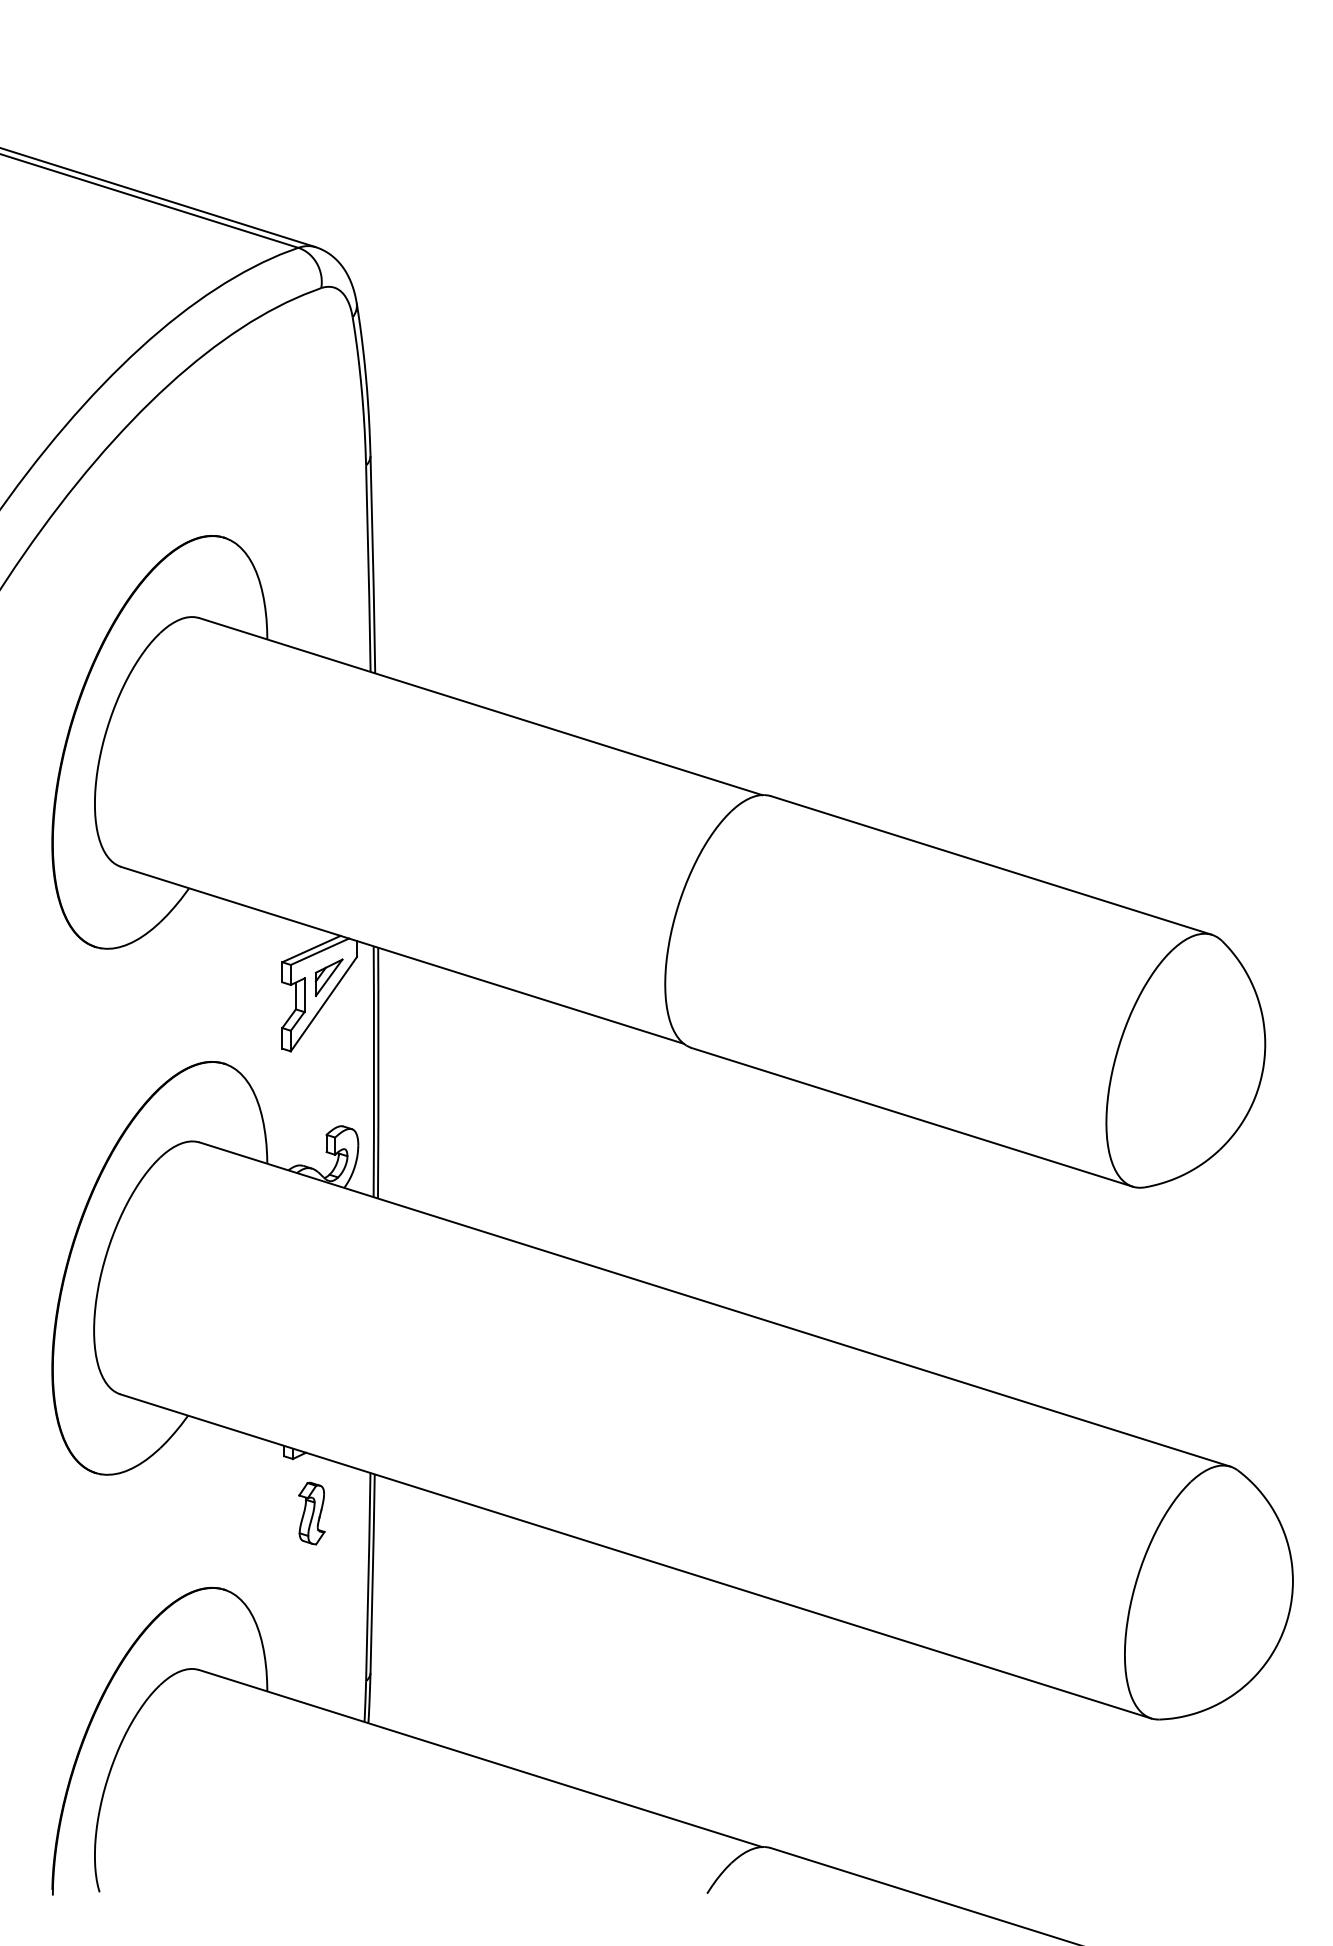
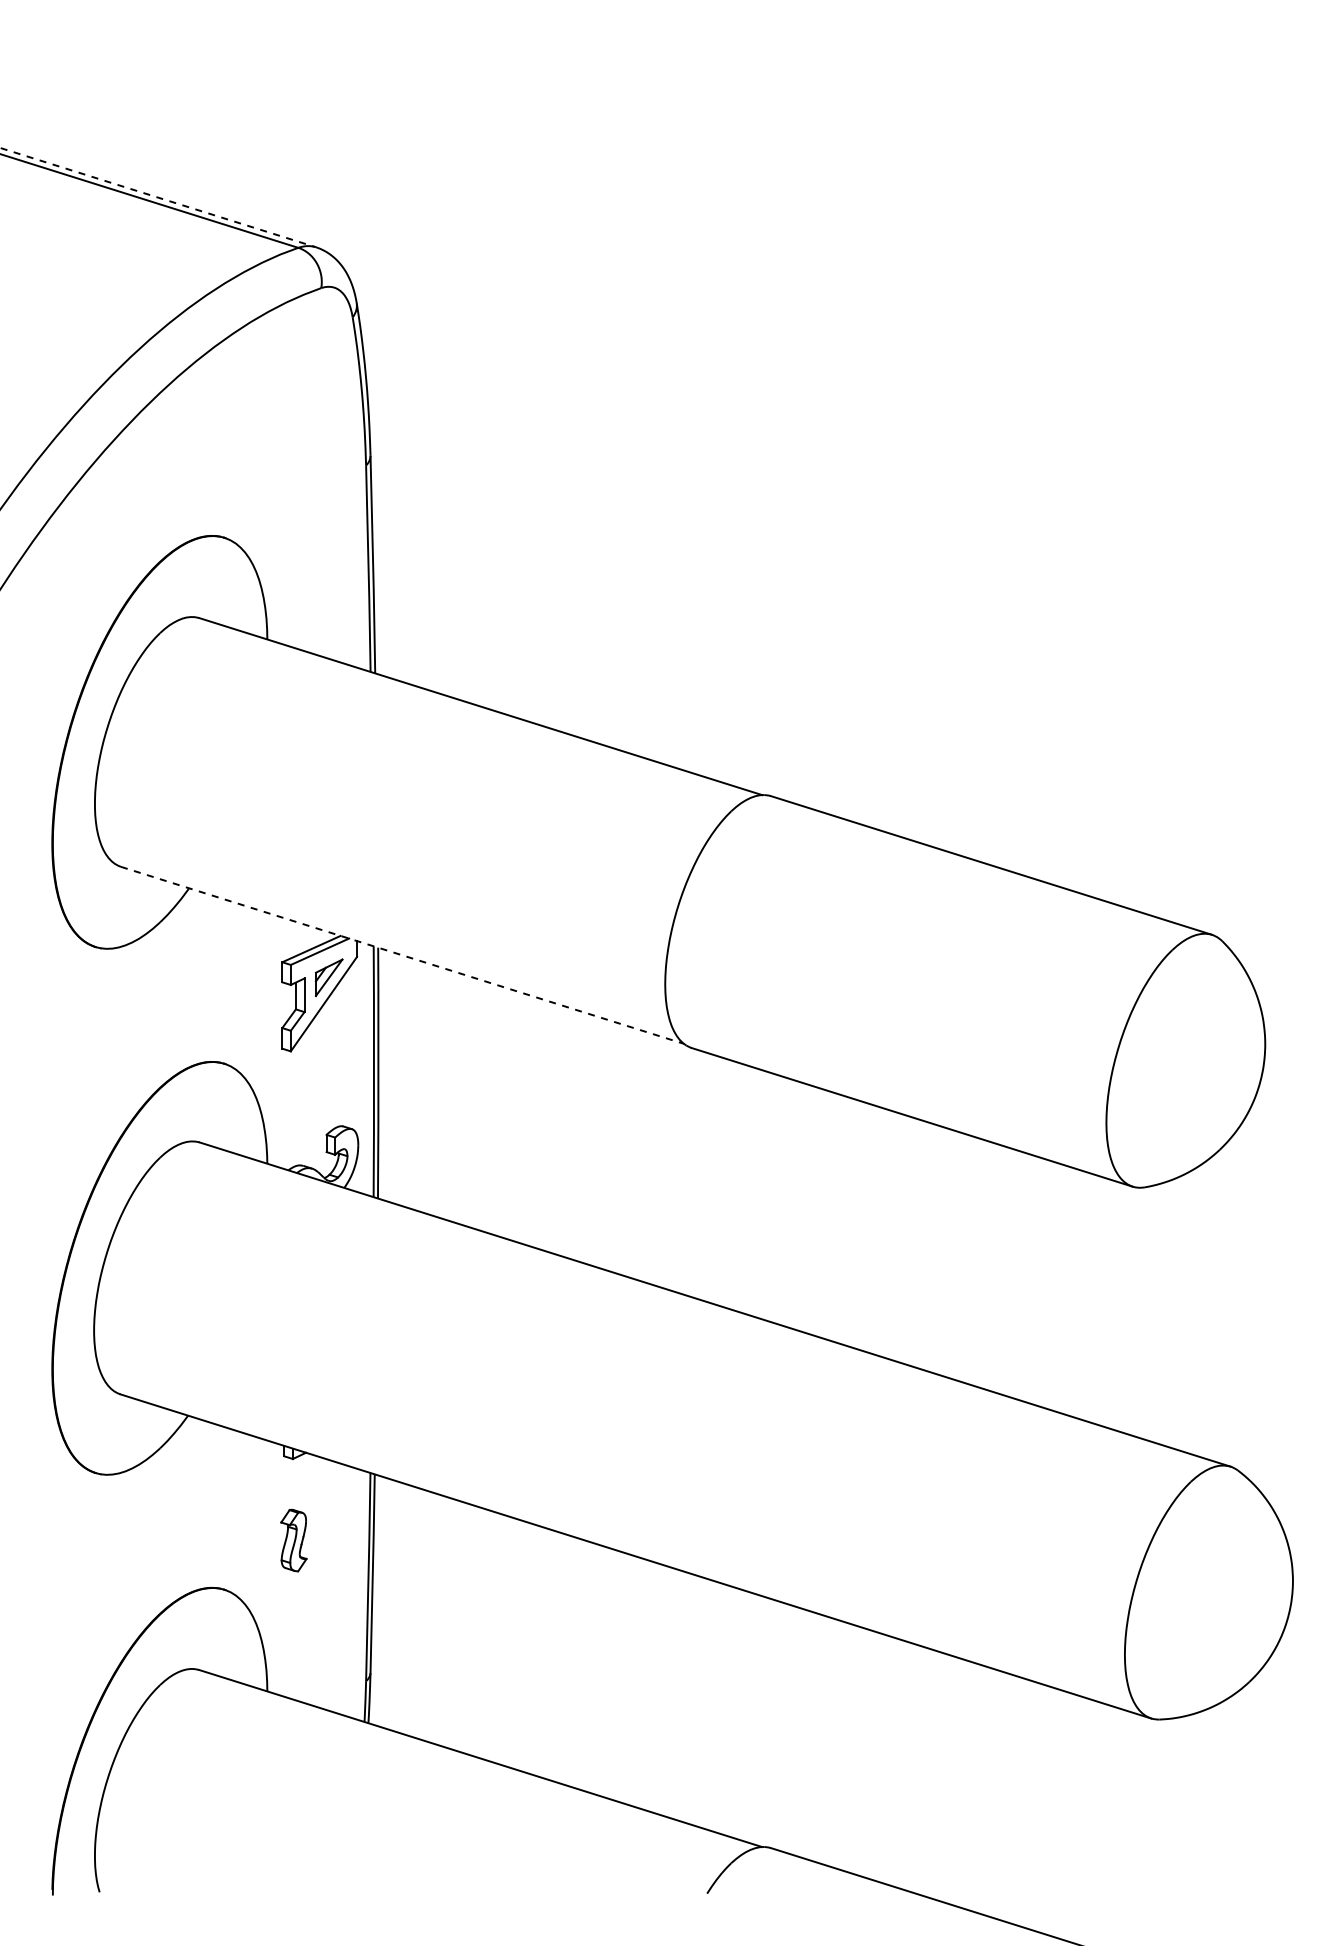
line at (158, 197): solid -> dashed
line at (402, 955): solid -> dashed
part at (311, 1513) position: (311, 1513) -> (293, 1540)
